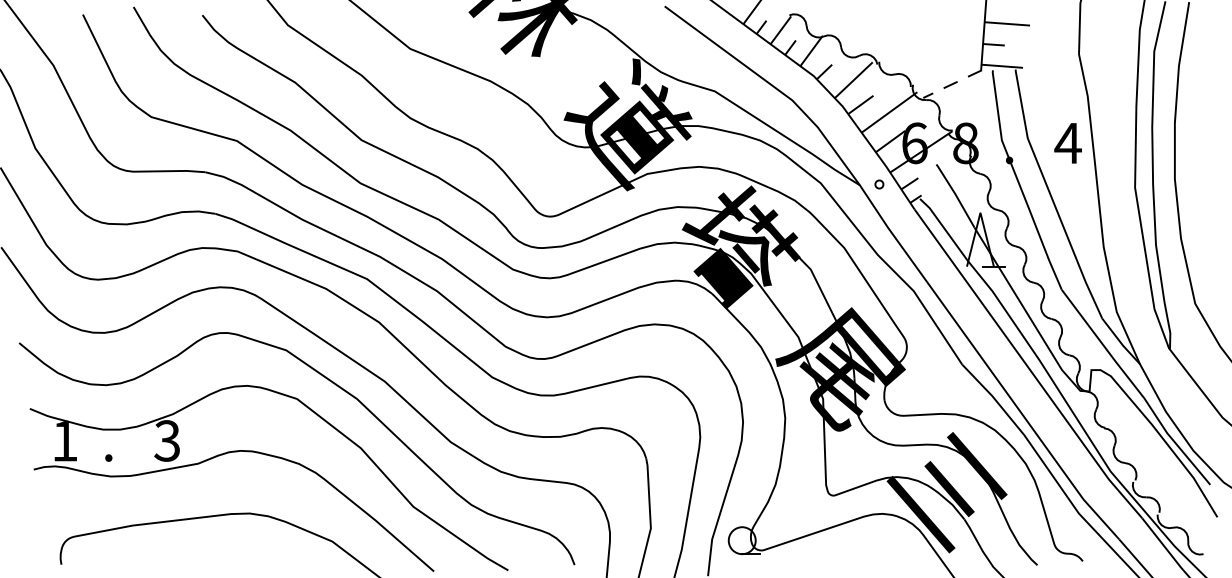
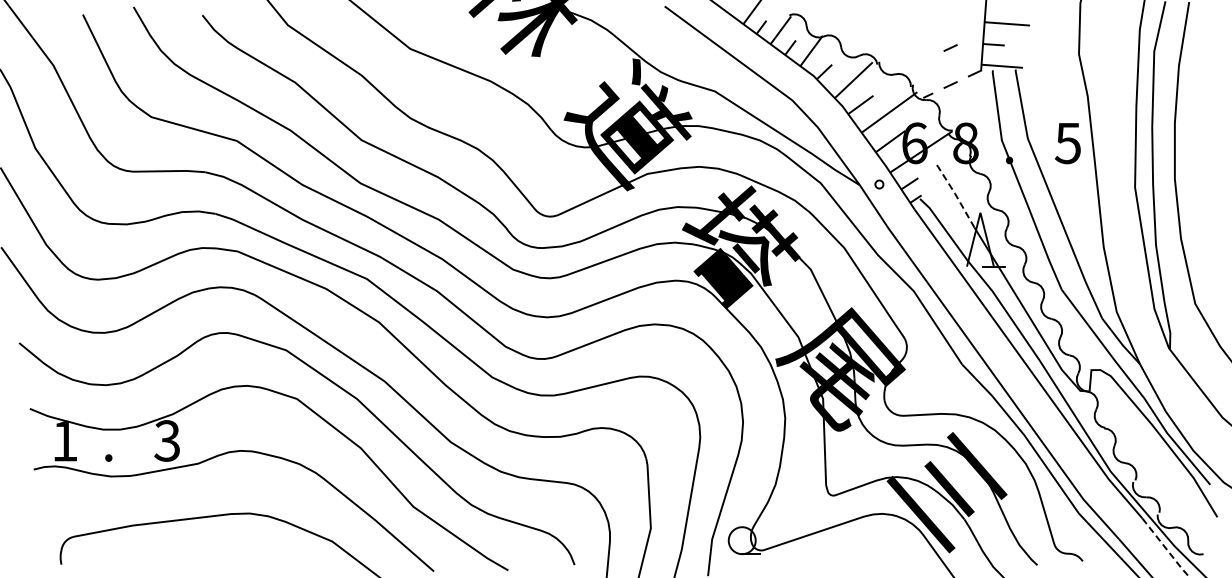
line at (950, 47): none -> present
text at (1067, 143): 4 -> 5
line at (955, 193): solid -> dashed
line at (1166, 548): solid -> dashed
